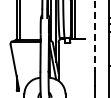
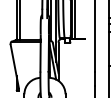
line at (95, 36): dashed -> solid
